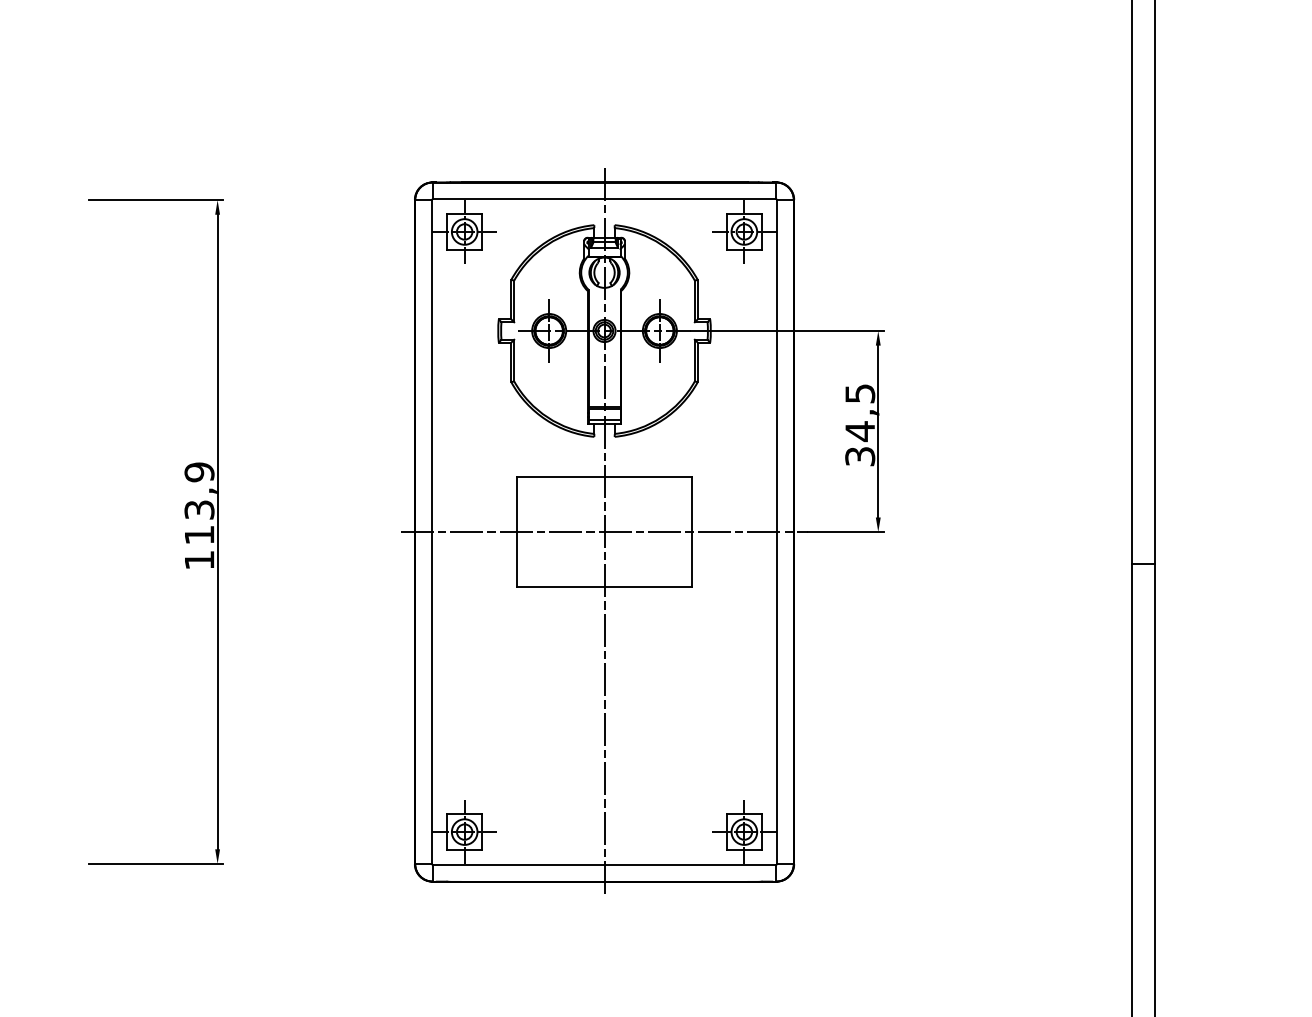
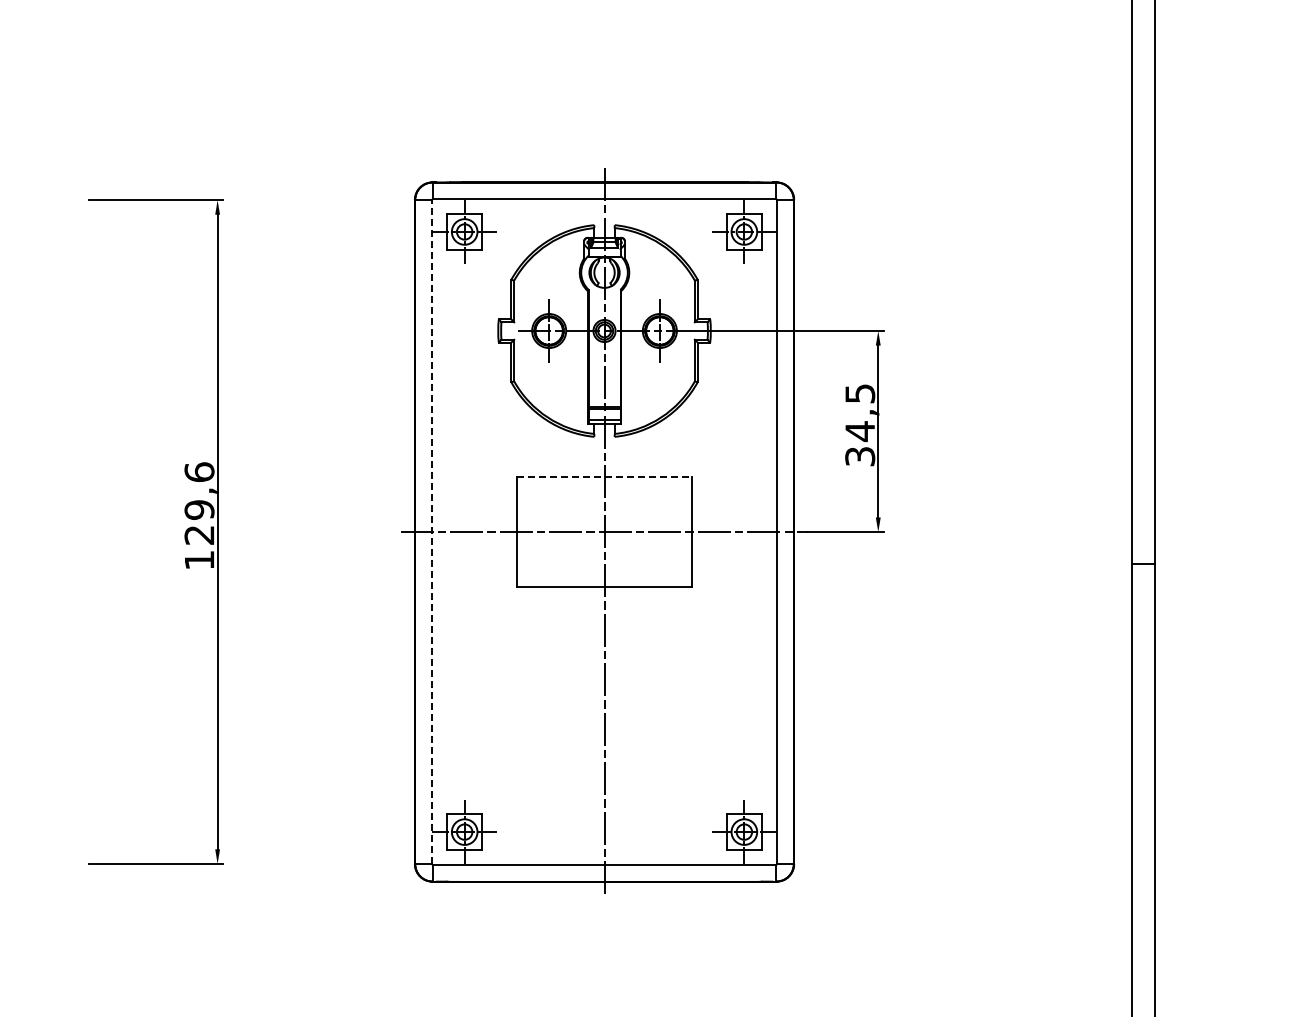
line at (605, 476): solid -> dashed
text at (199, 503): 113,9 -> 129,6
line at (432, 531): solid -> dashed
